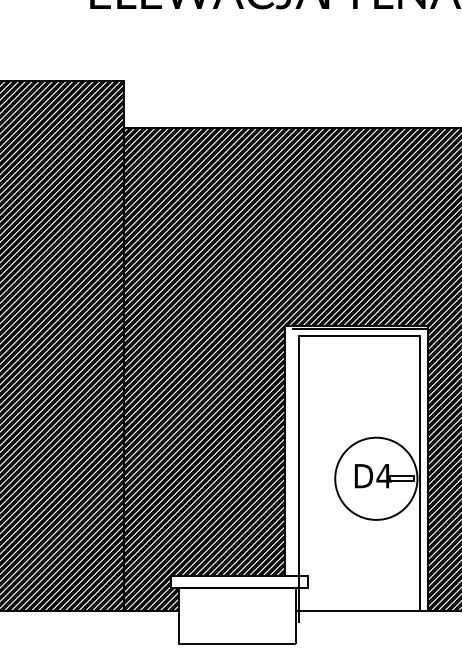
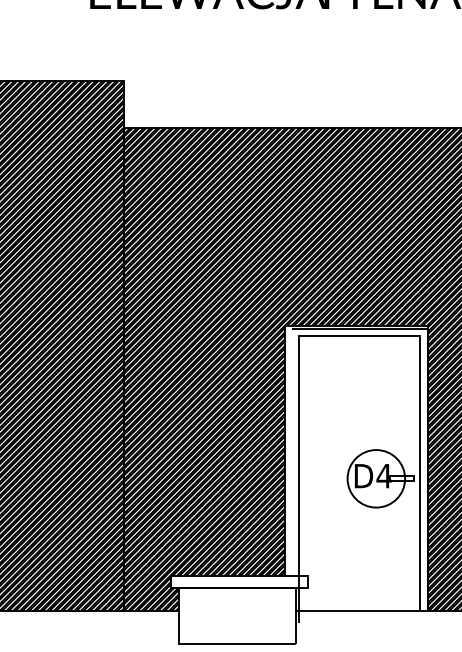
circle at (376, 478) diameter: 82 px -> 58 px
